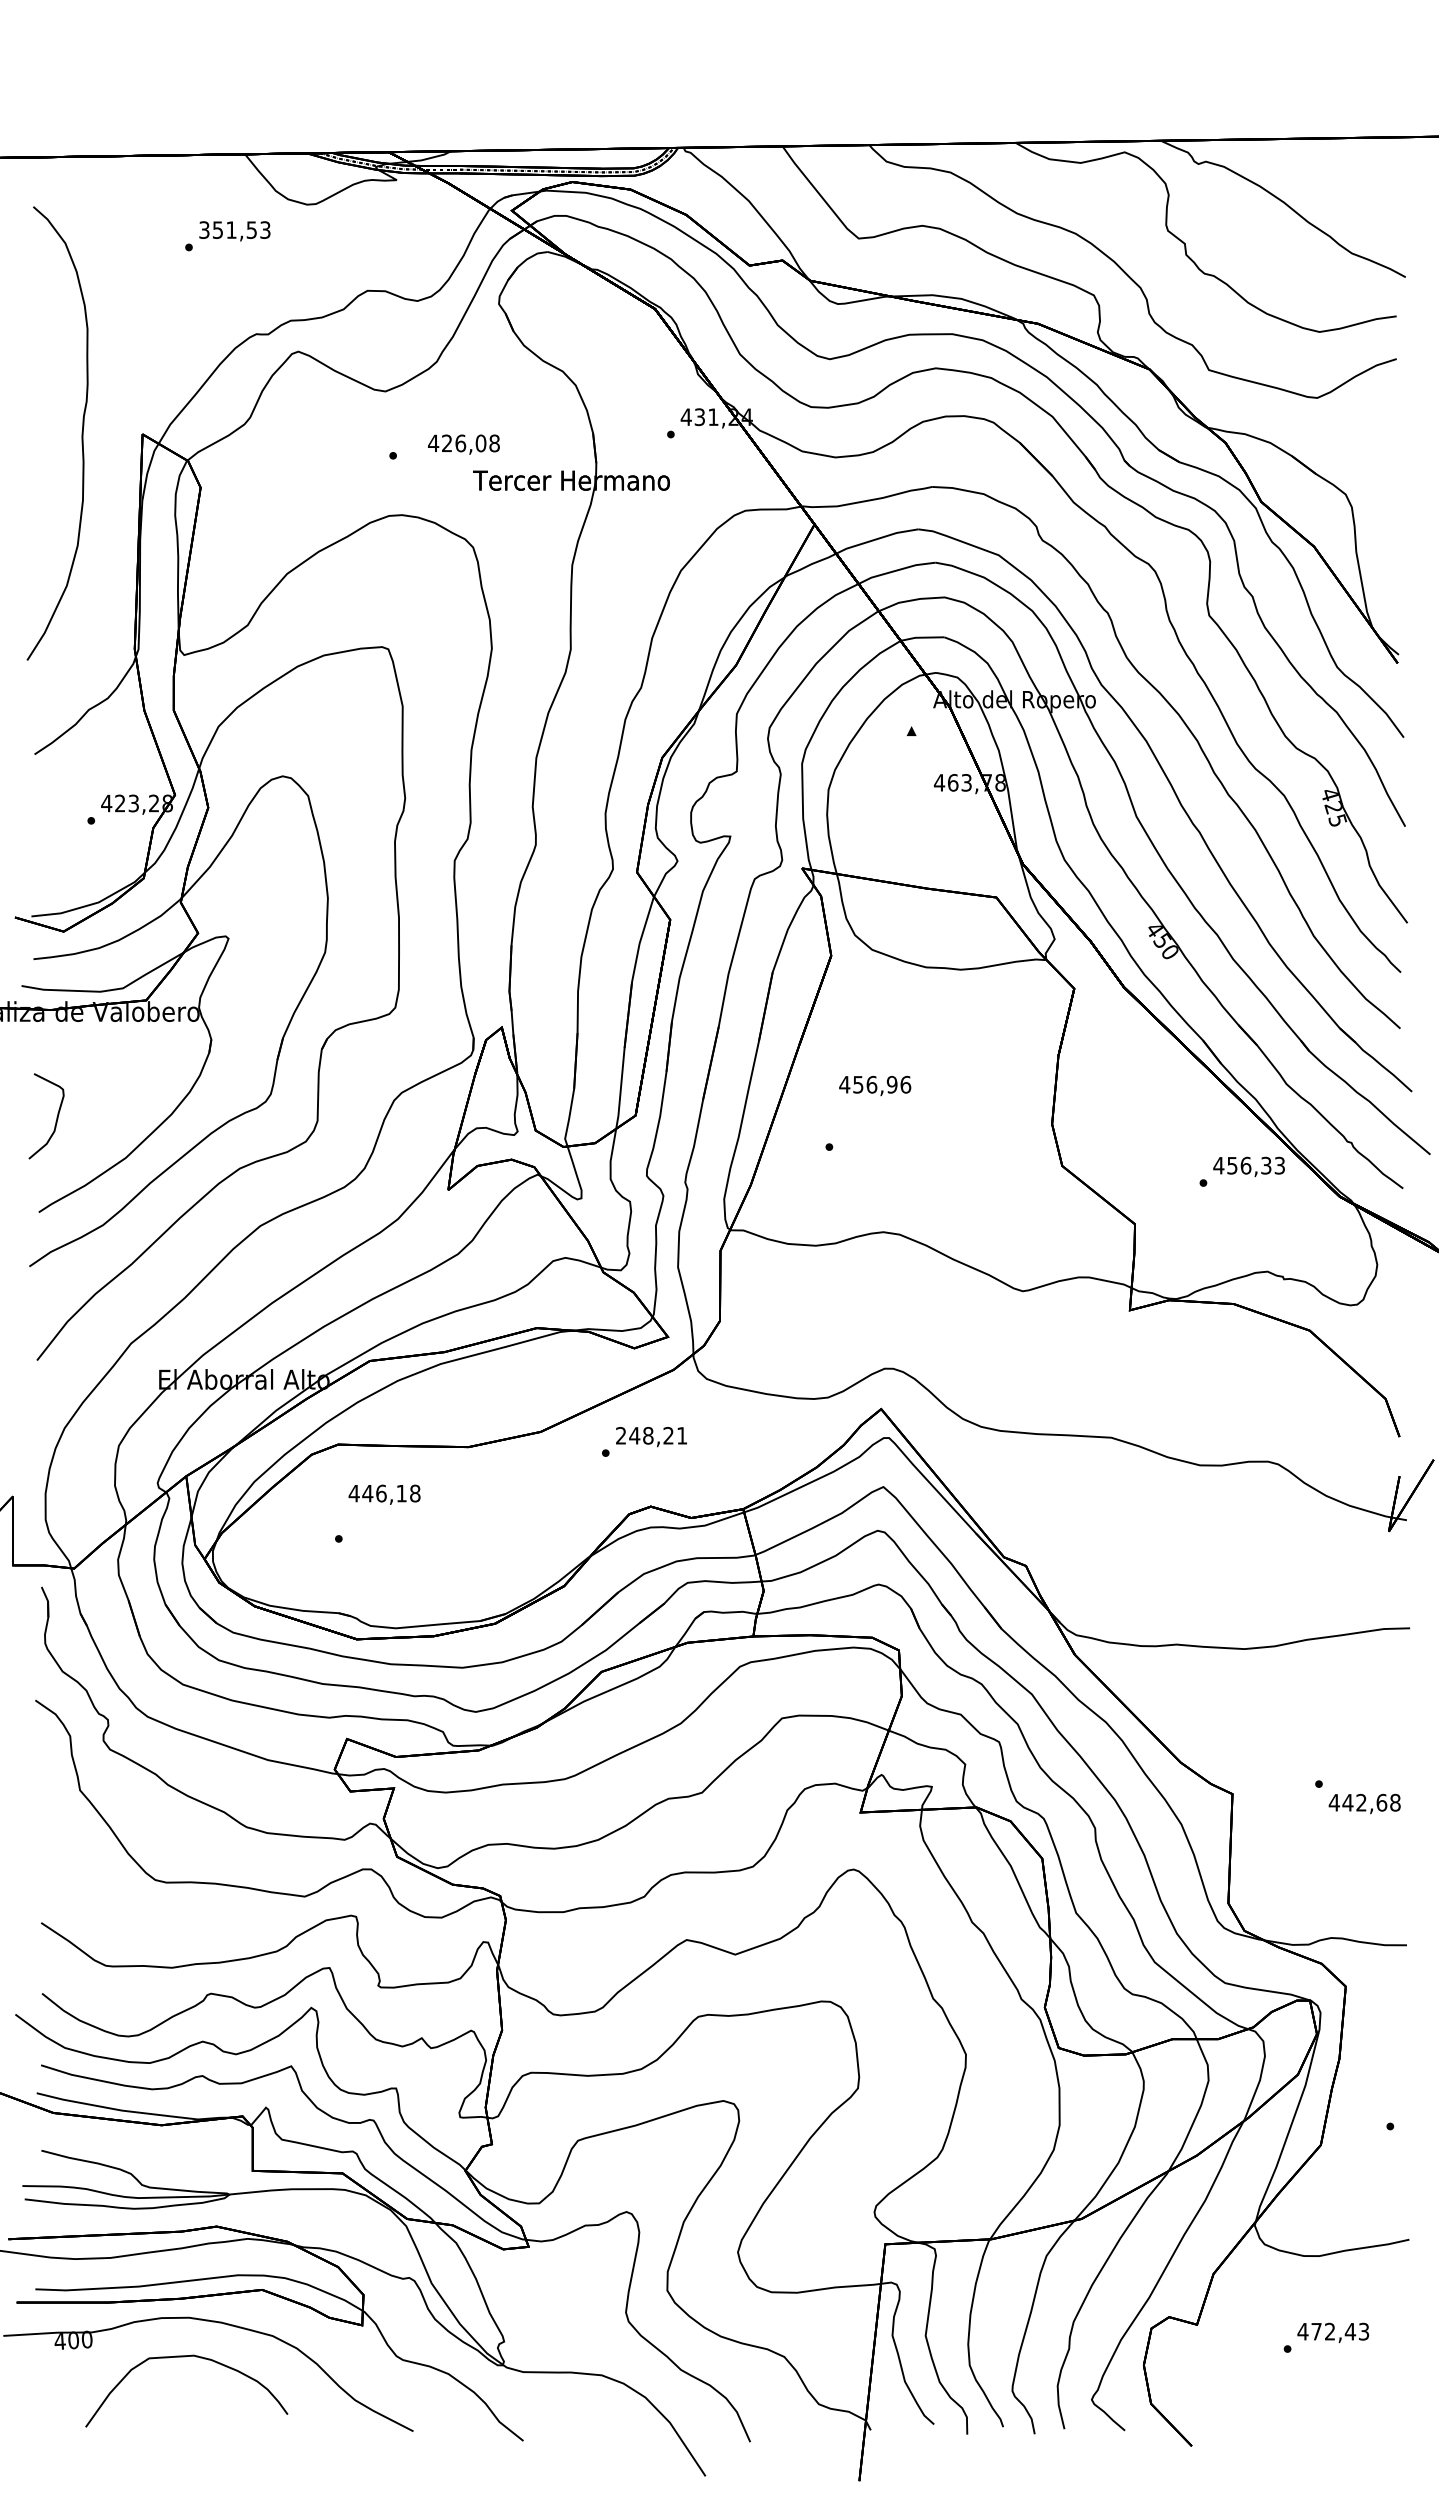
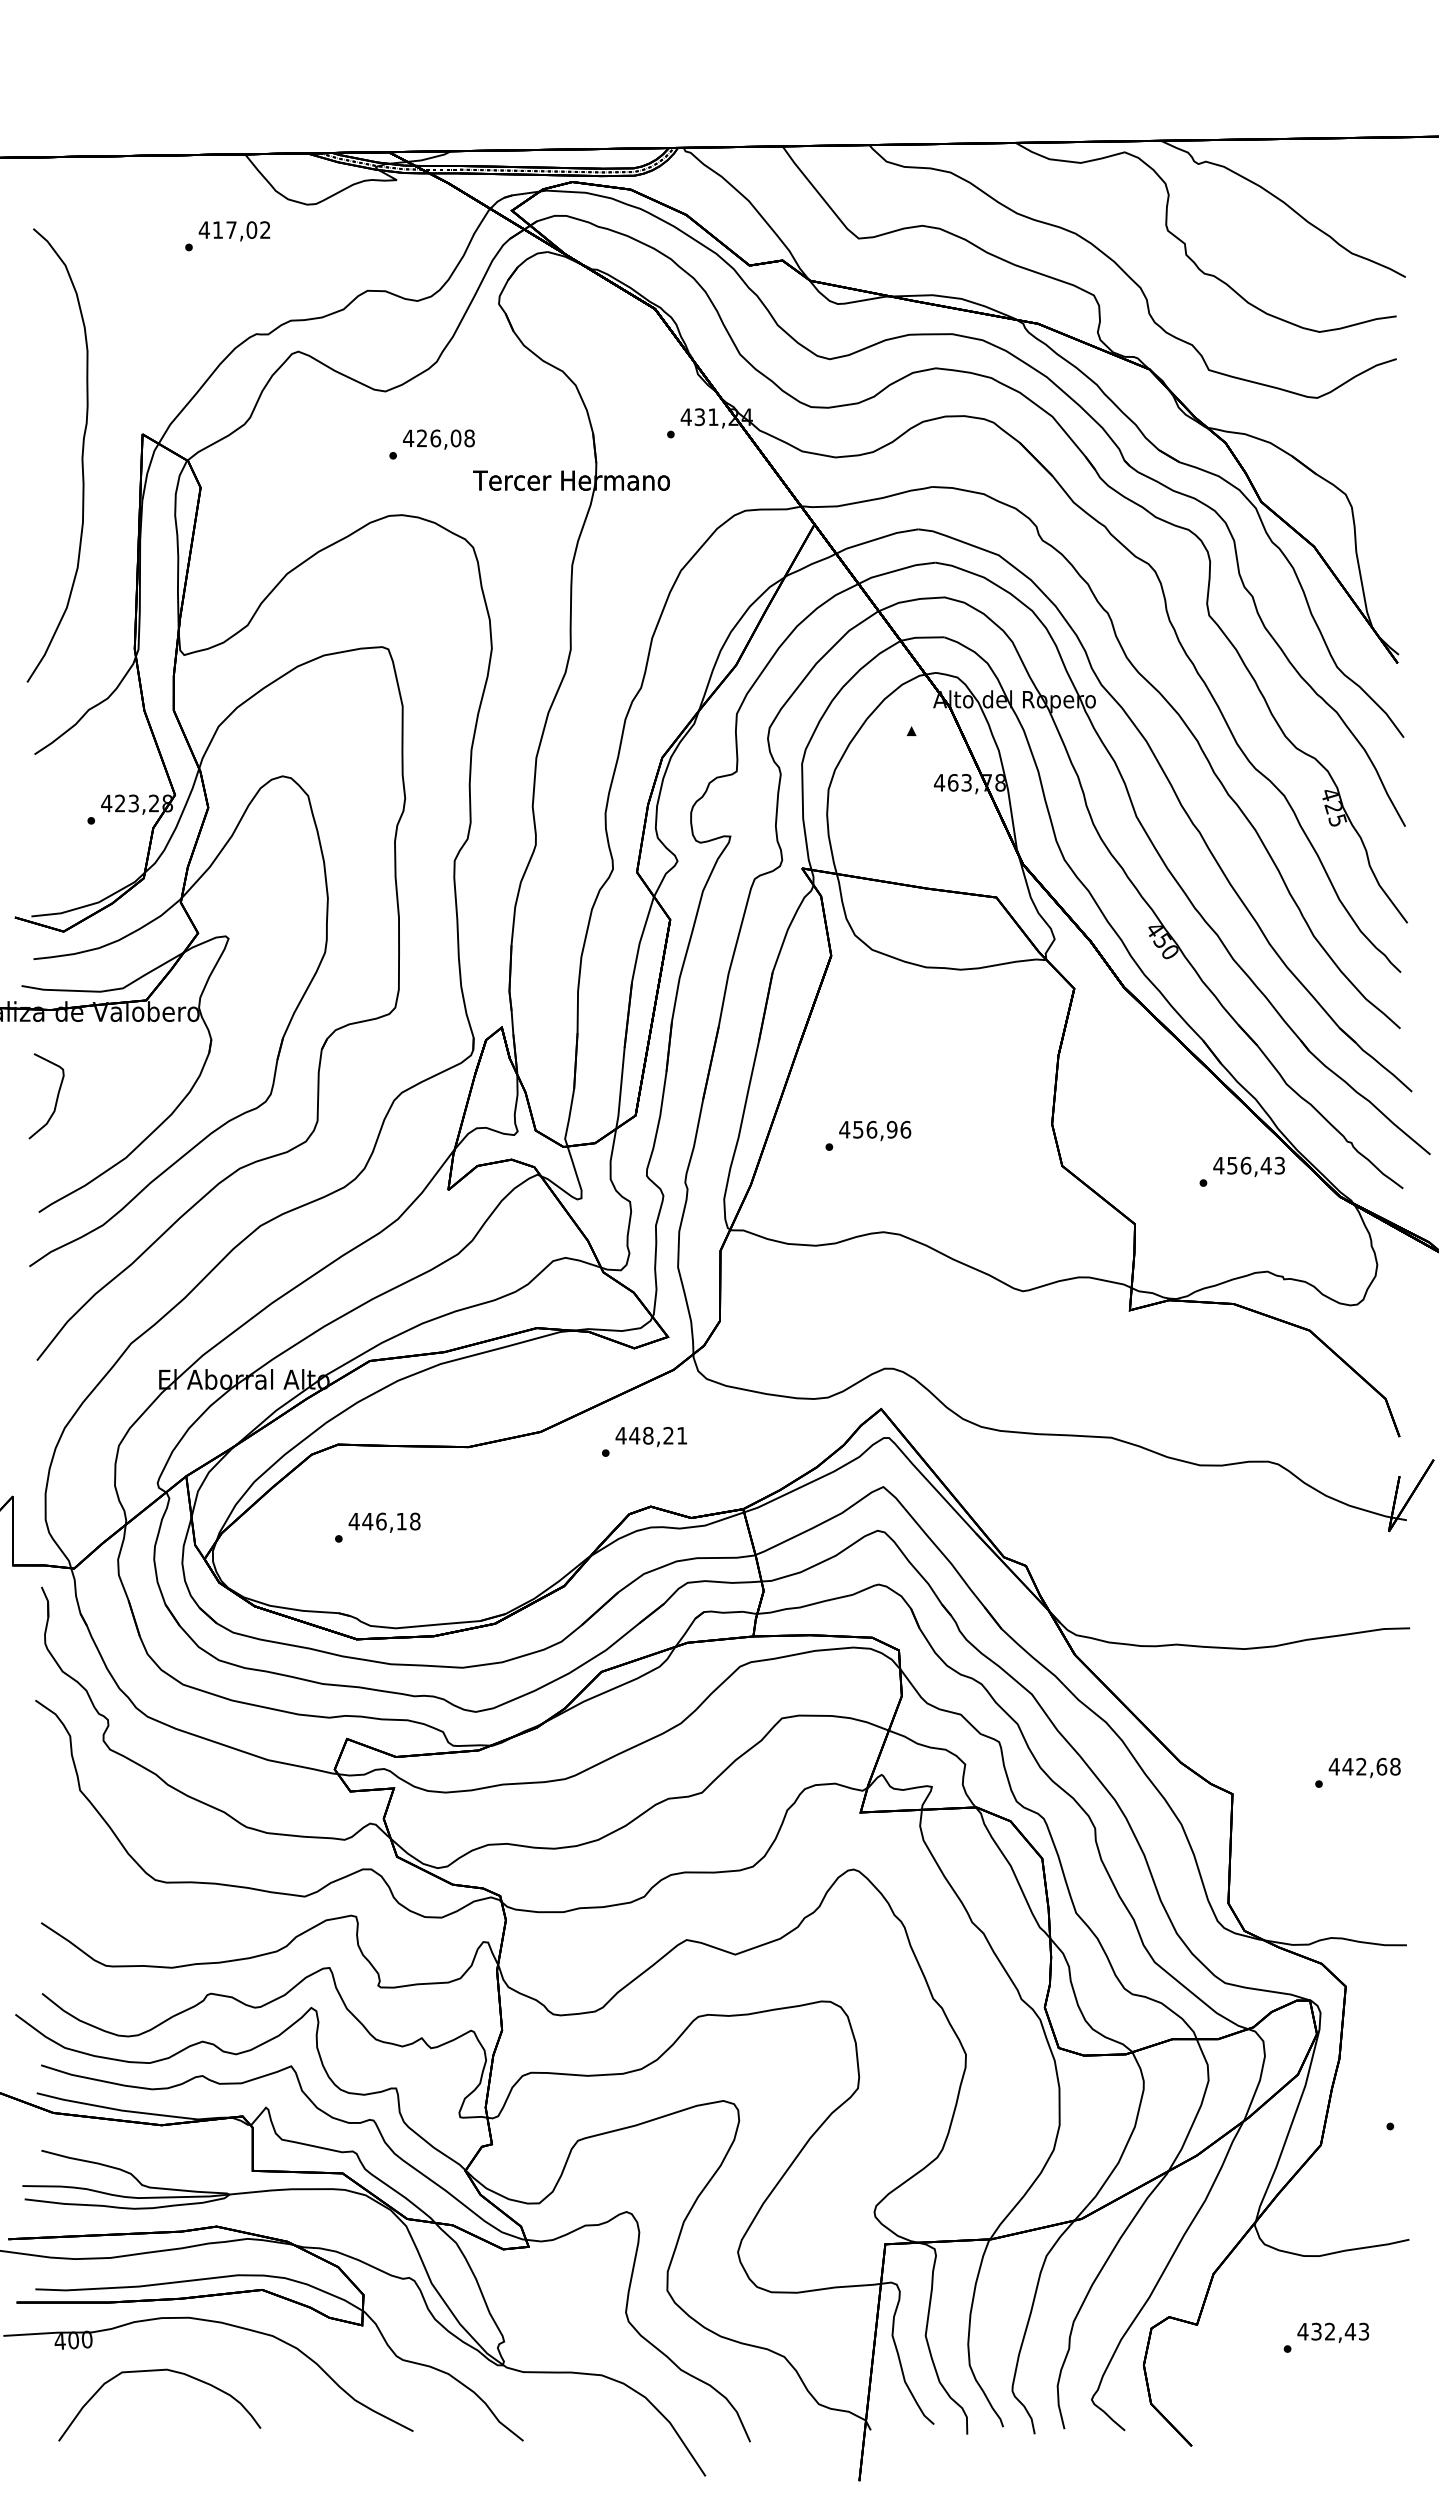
text at (234, 229): 351,53 -> 417,02
curve at (81, 433) position: (81, 433) -> (81, 455)
text at (463, 444) position: (463, 444) -> (438, 439)
text at (875, 1085) position: (875, 1085) -> (875, 1130)
curve at (56, 1117) position: (56, 1117) -> (56, 1097)
text at (1265, 1165): 456,33 -> 456,43
text at (620, 1435): 248,21 -> 448,21
text at (384, 1494) position: (384, 1494) -> (384, 1522)
text at (1364, 1803) position: (1364, 1803) -> (1364, 1767)
text at (1316, 2331): 472,43 -> 432,43
curve at (185, 2357) position: (185, 2357) -> (158, 2371)
